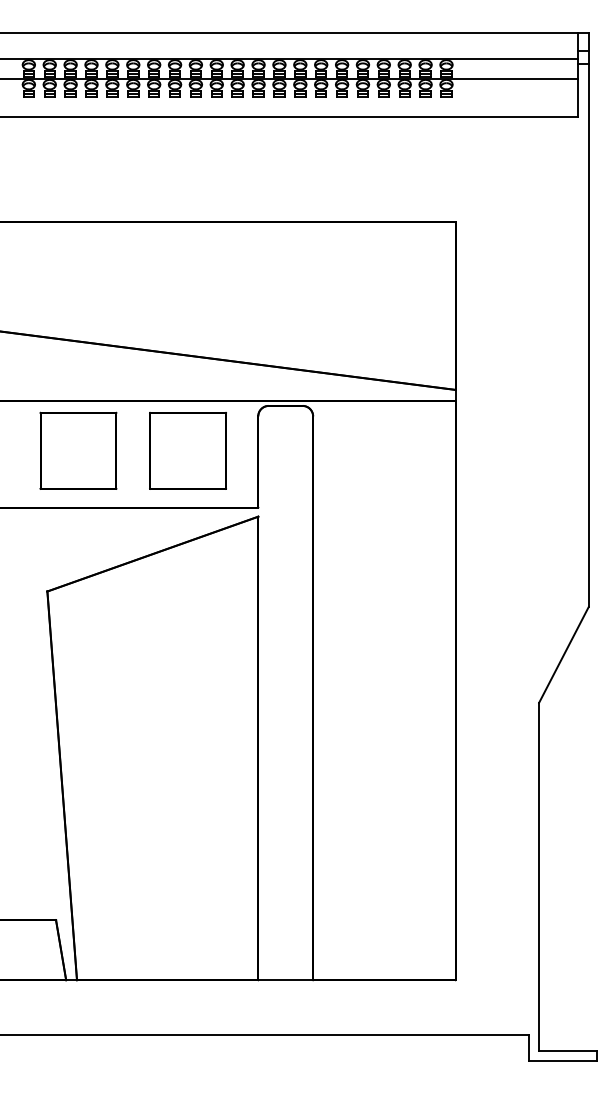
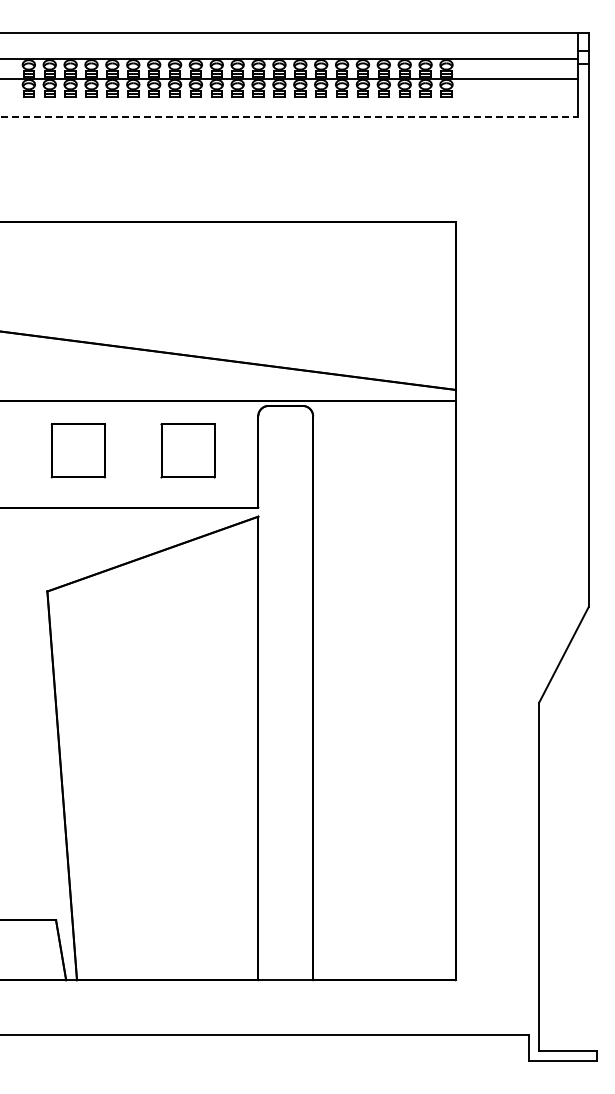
line at (289, 116): solid -> dashed
part at (78, 450) size: 79x79 px -> 57x56 px
part at (187, 450) size: 78x78 px -> 56x56 px
